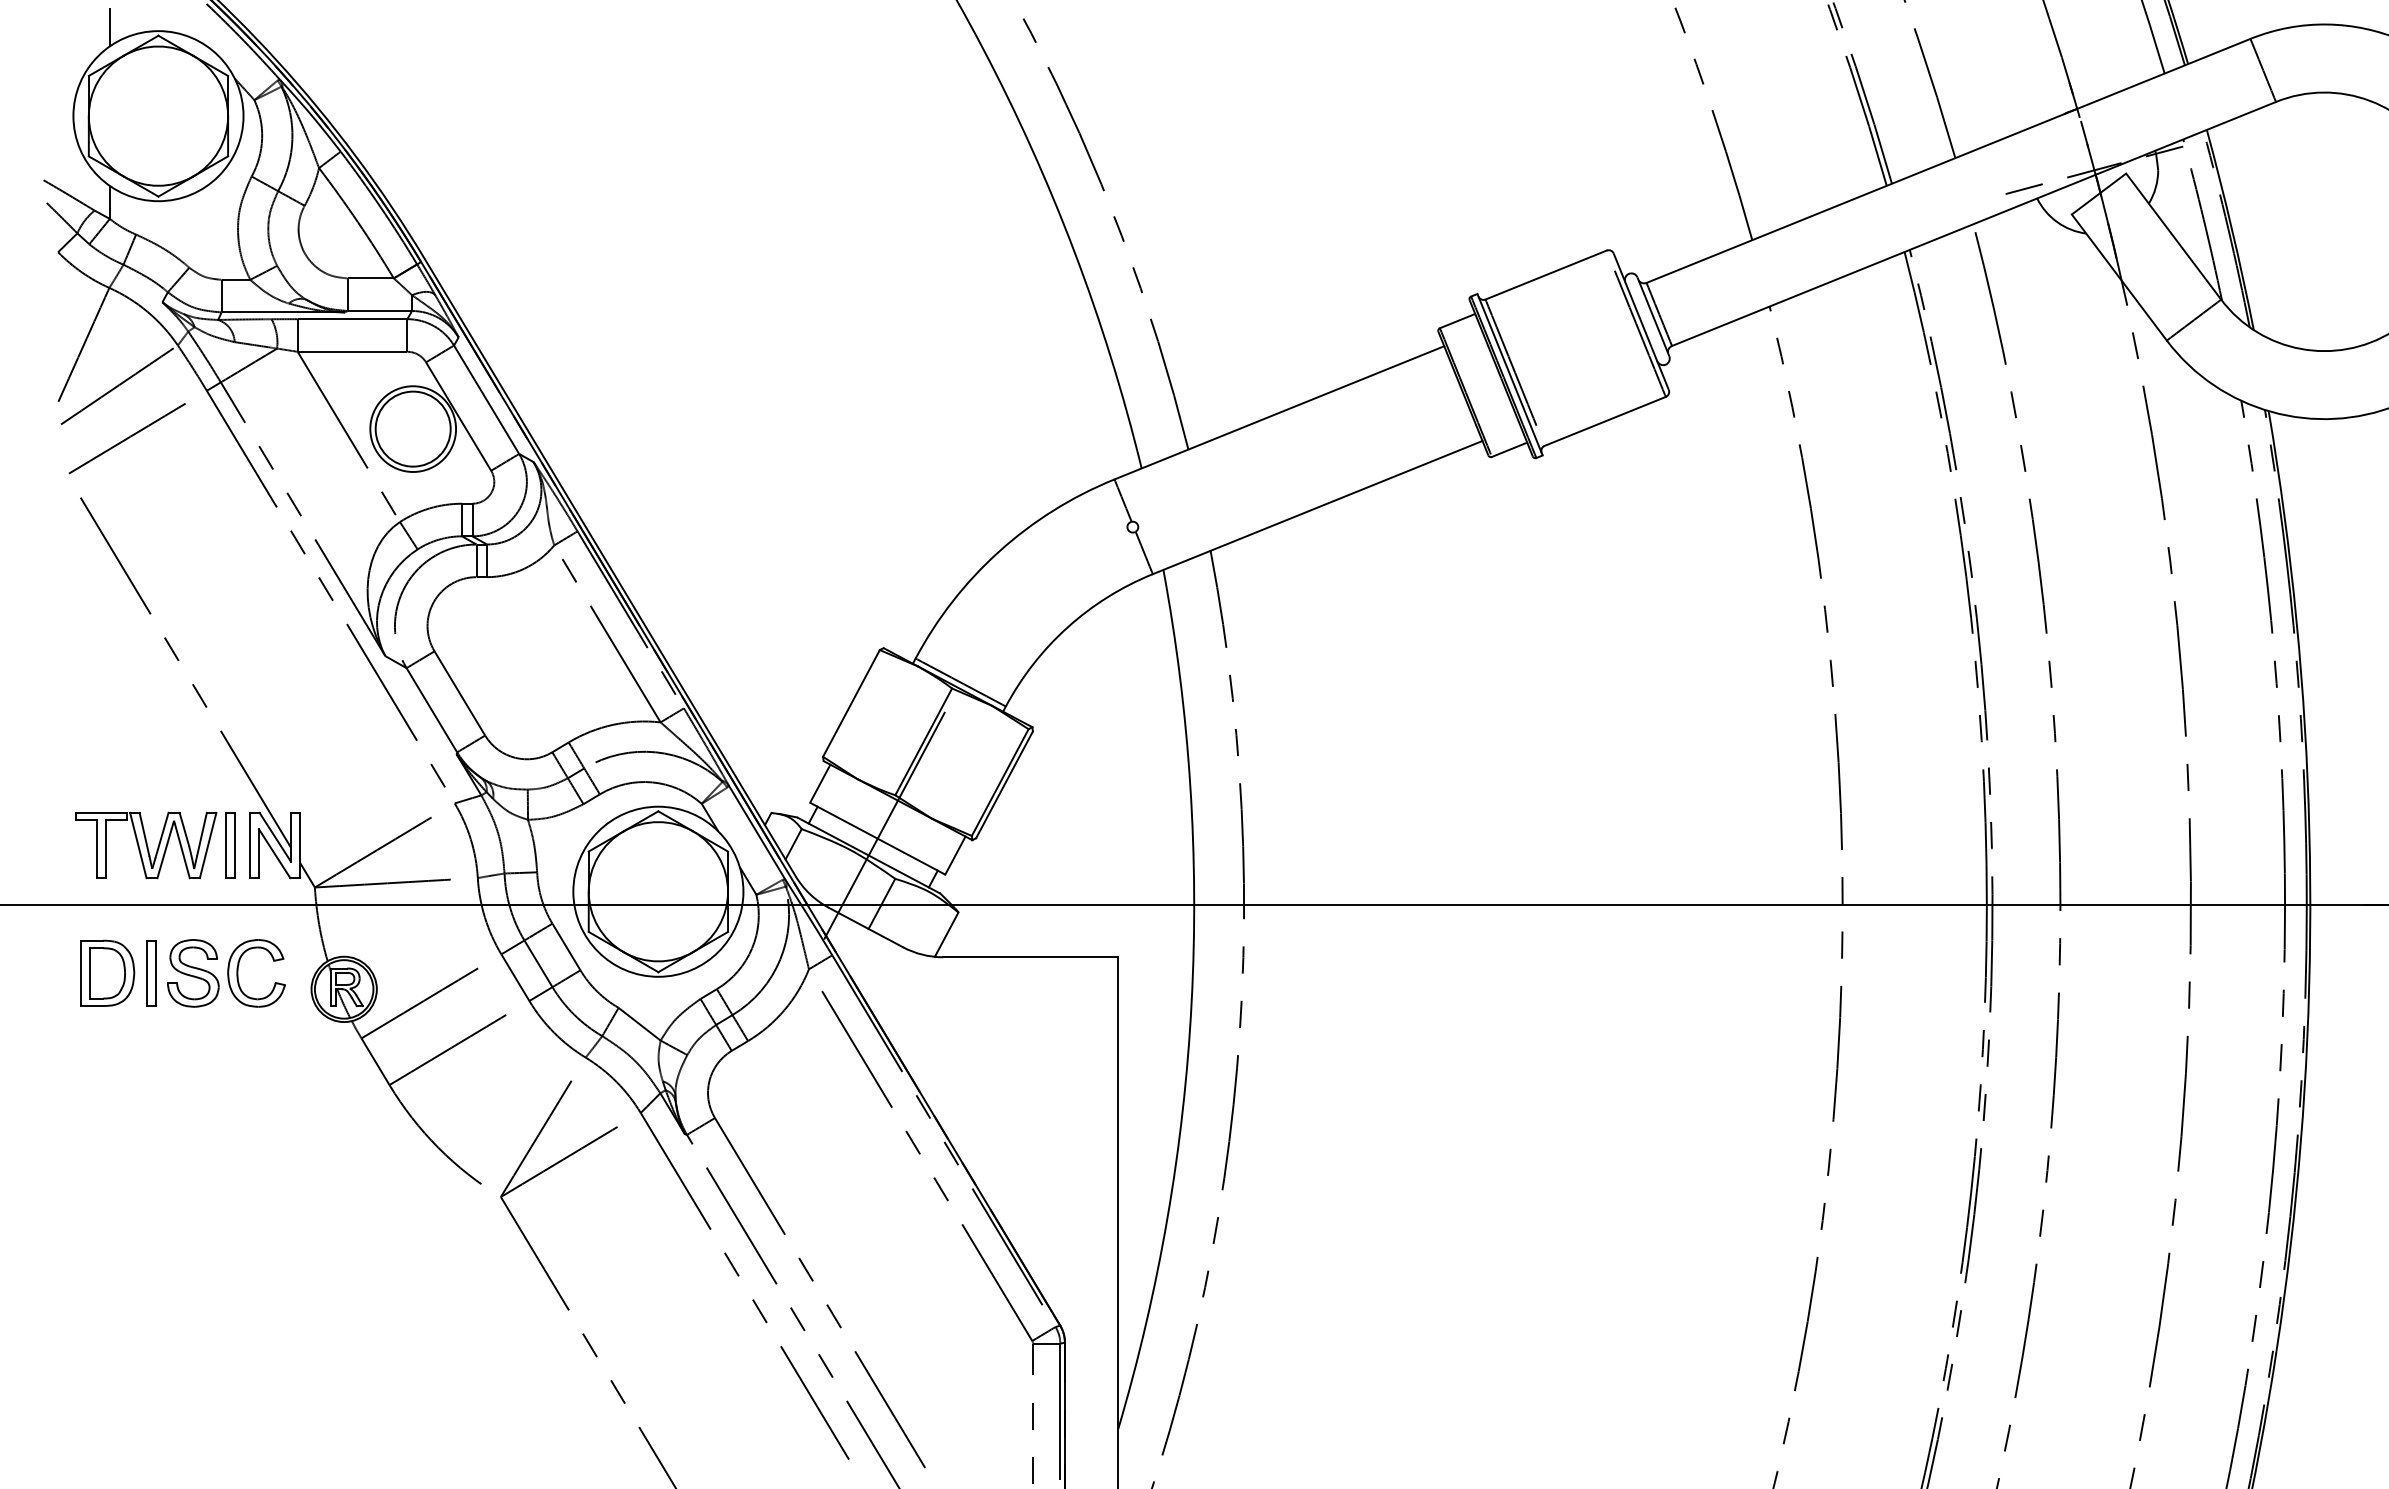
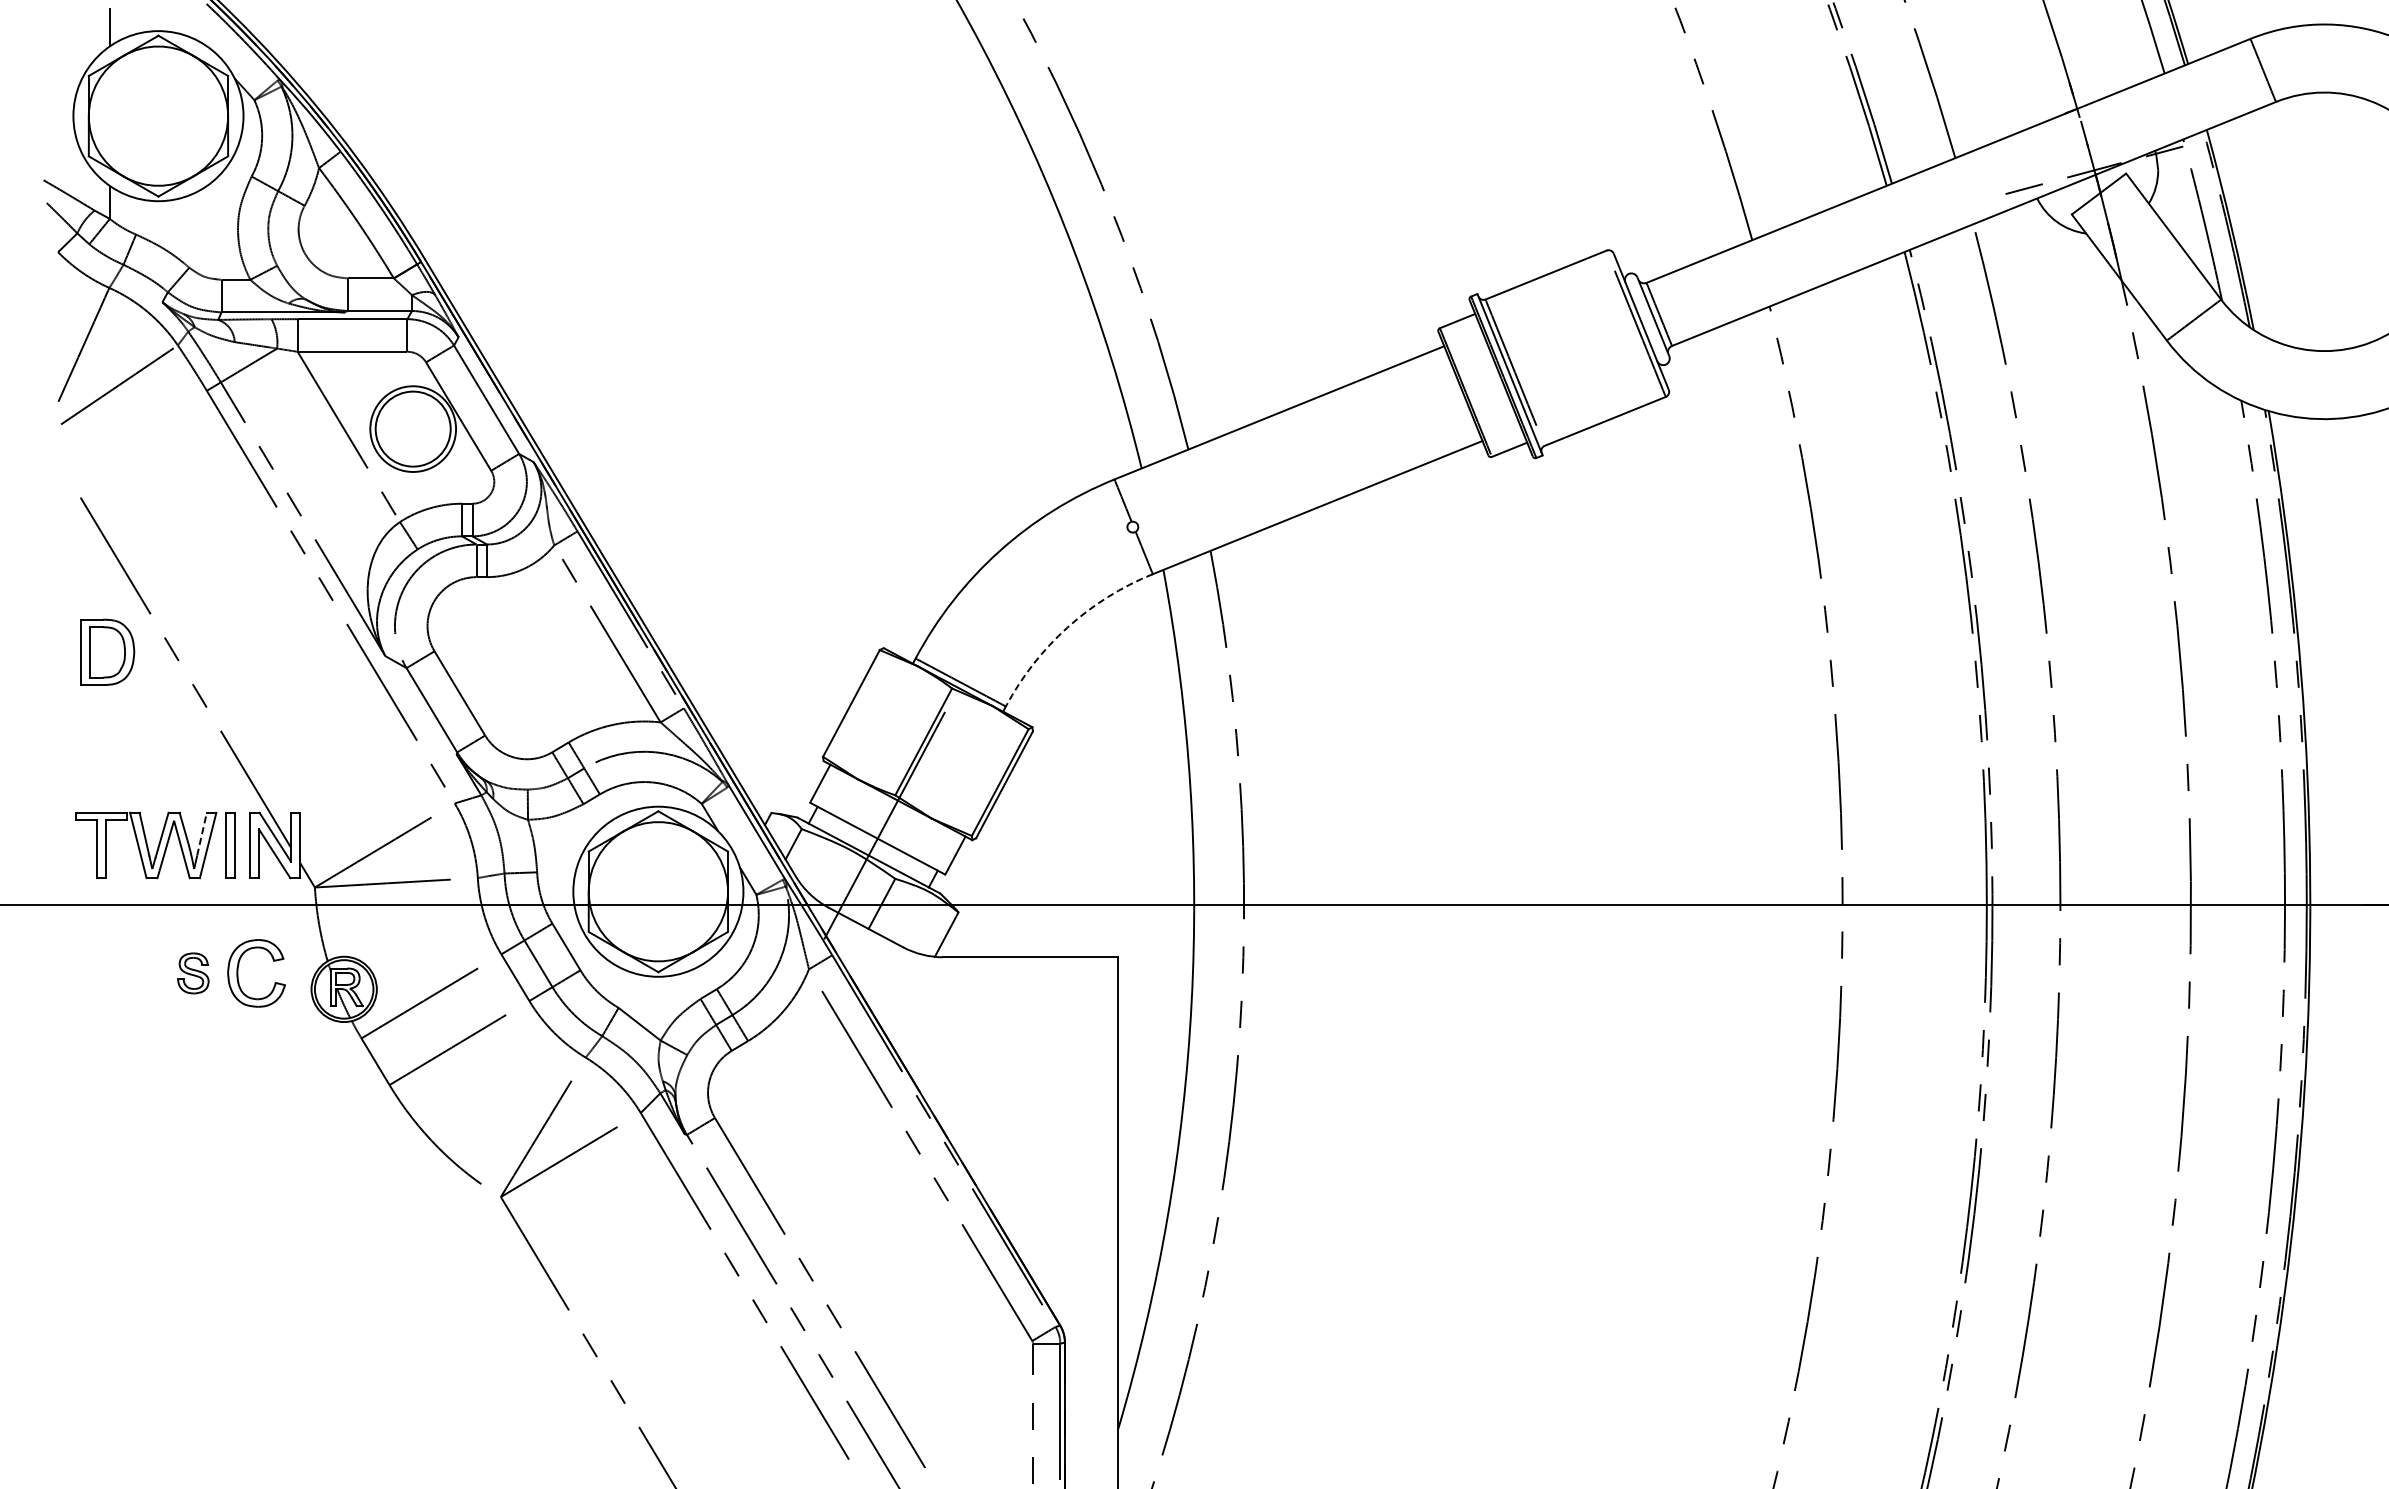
line at (126, 438): present -> none
arc at (1067, 627): solid -> dashed
line at (202, 834): solid -> dashed
part at (107, 972) position: (107, 972) -> (107, 651)
part at (151, 973): present -> none
part at (193, 973) size: 53x69 px -> 33x43 px
